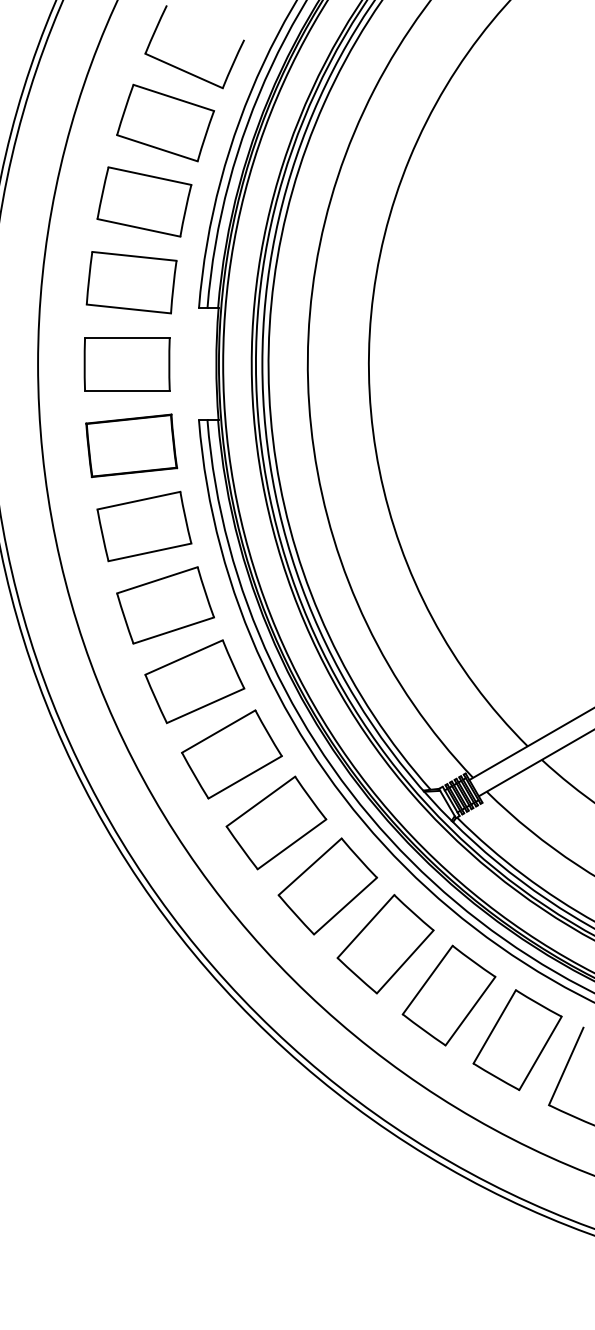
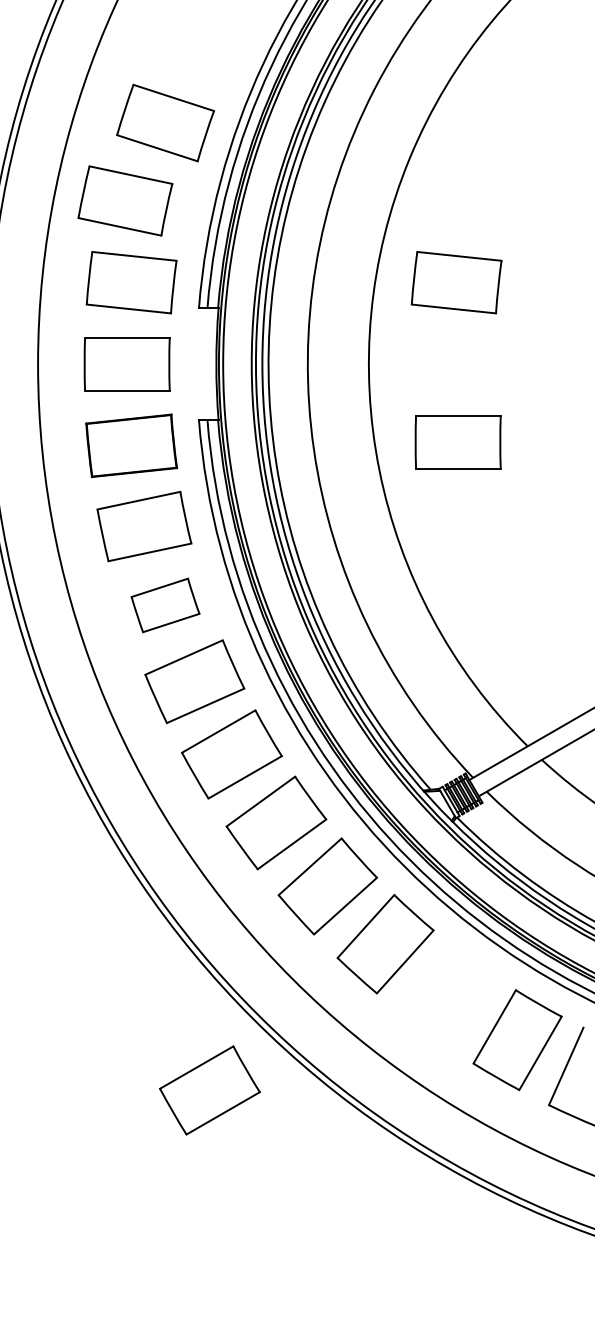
part at (183, 69): present -> none
part at (144, 201) position: (144, 201) -> (125, 200)
part at (456, 282): none -> present
part at (457, 442): none -> present
part at (165, 605) size: 99x79 px -> 71x57 px
part at (448, 995): present -> none
part at (209, 1090): none -> present
